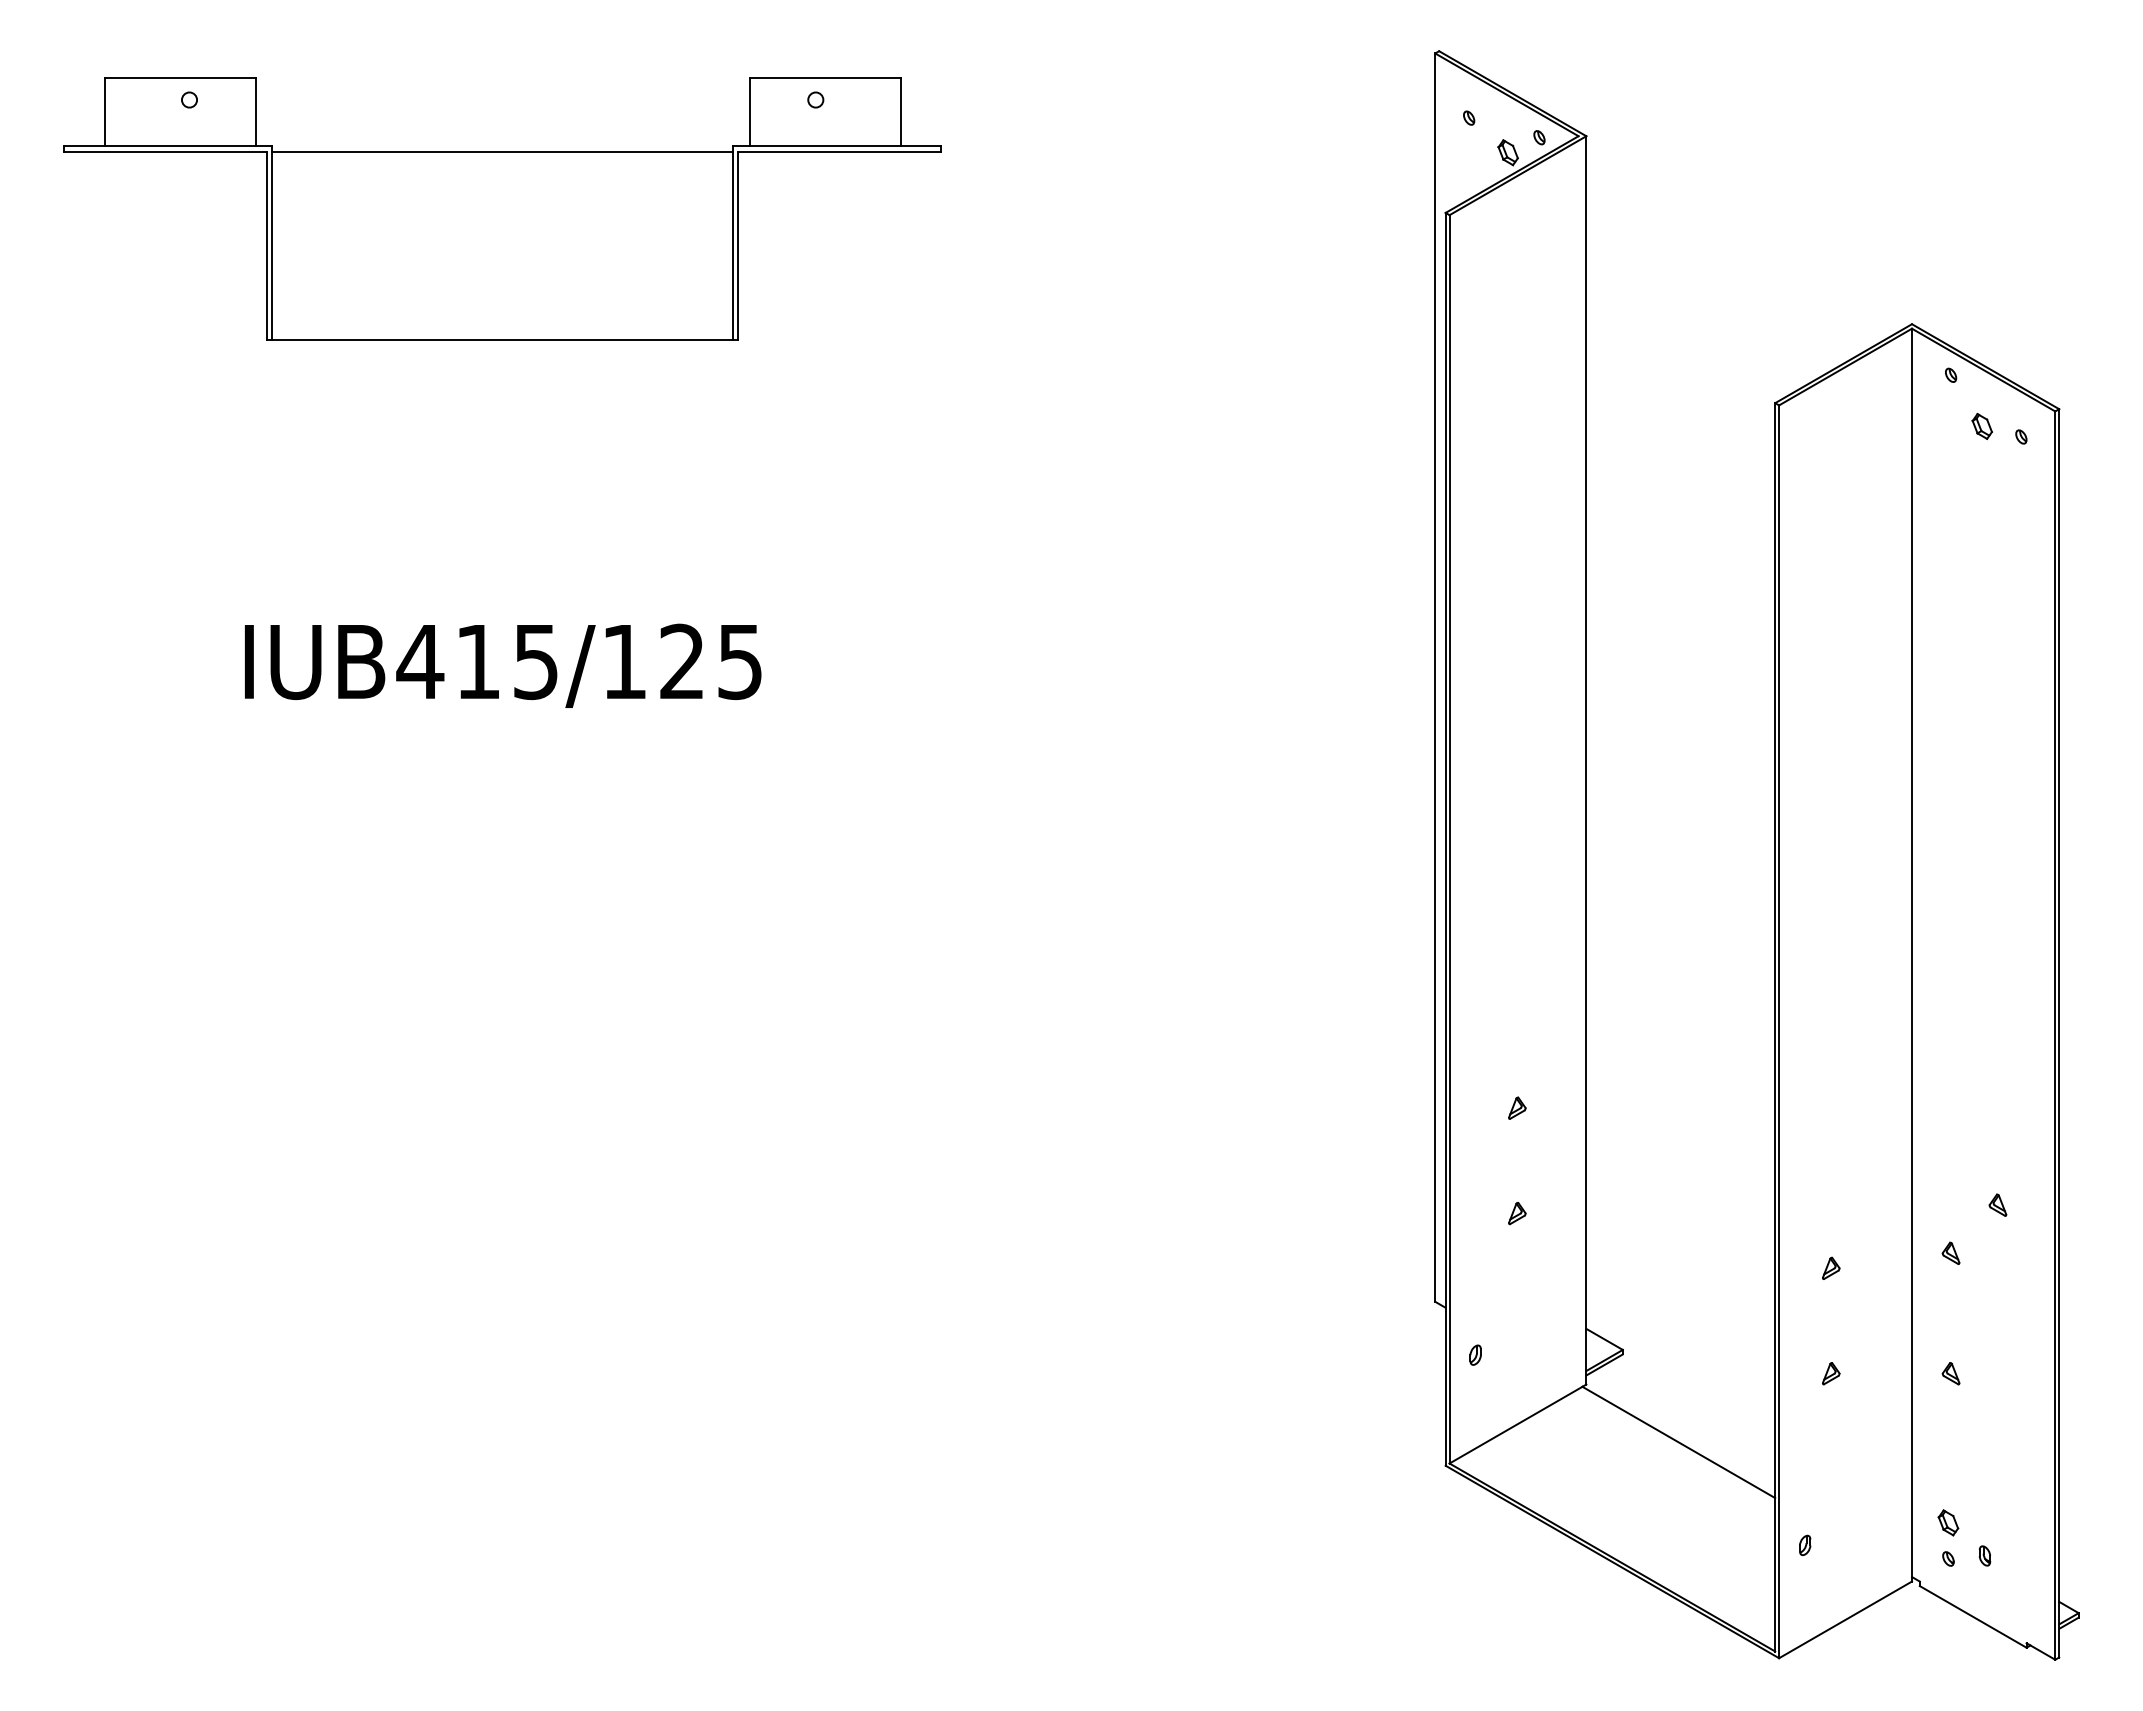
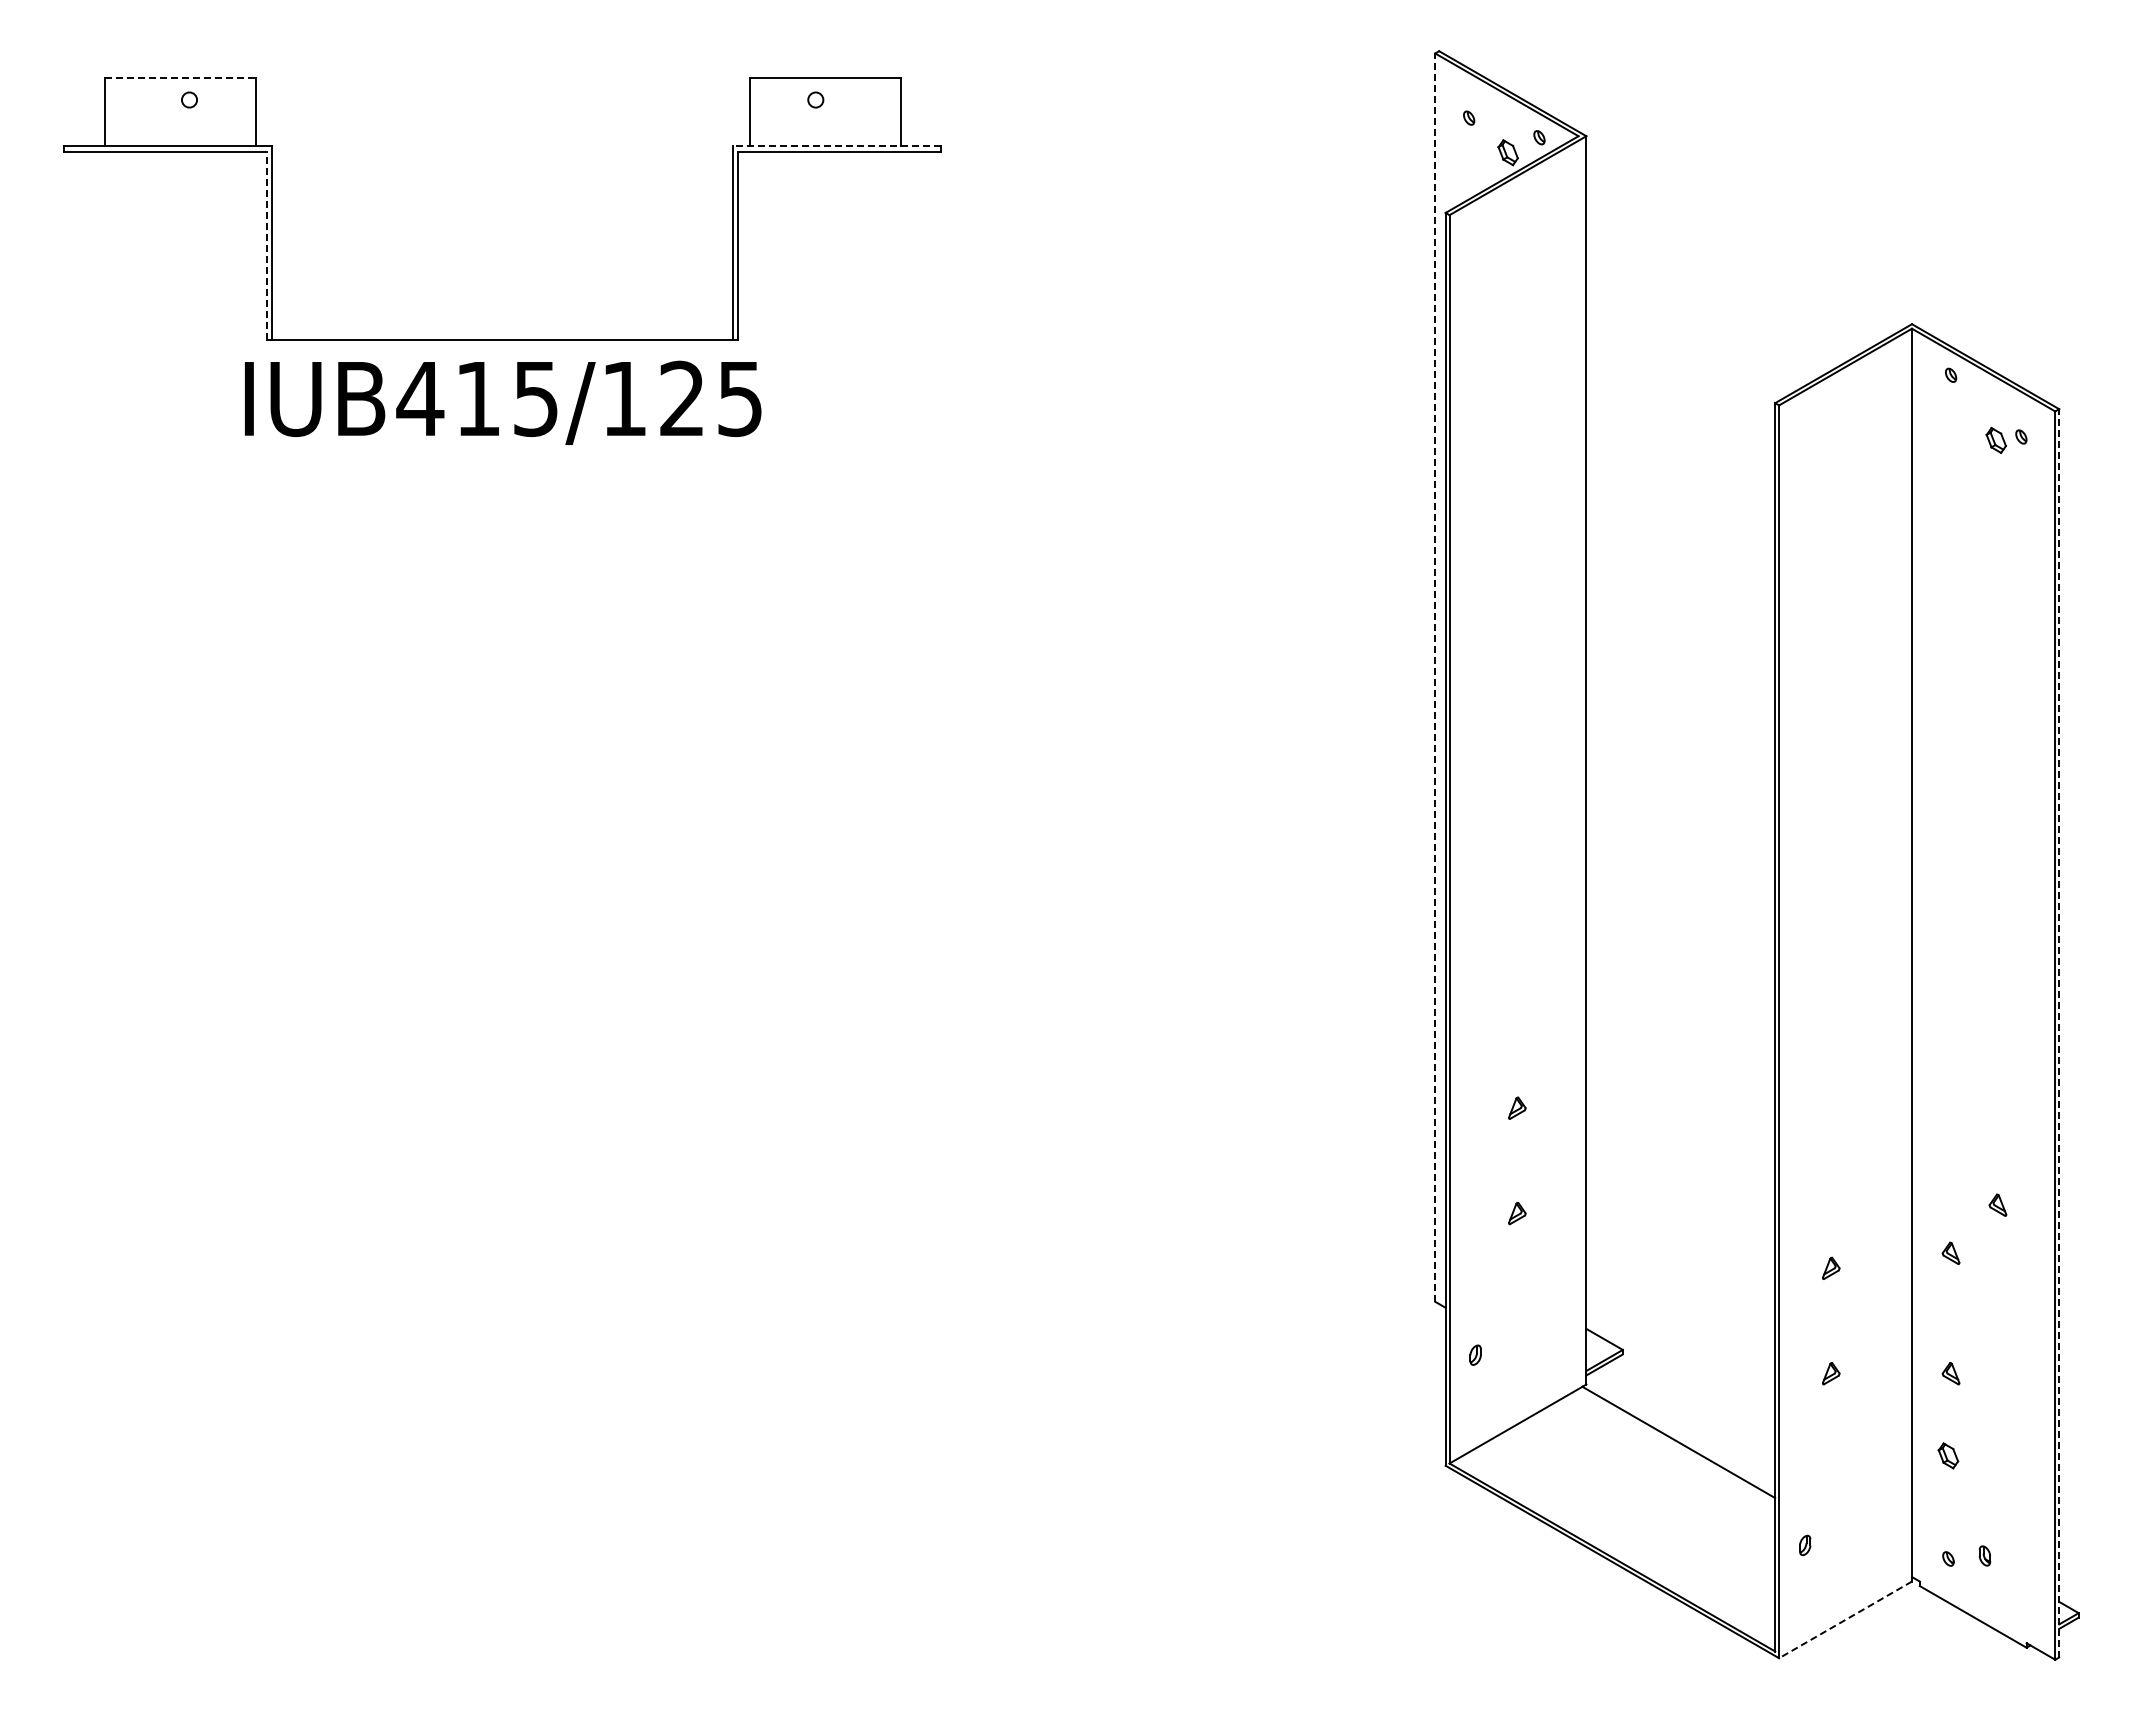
line at (180, 77): solid -> dashed
line at (836, 146): solid -> dashed
line at (502, 151): present -> none
line at (266, 245): solid -> dashed
part at (1981, 425) position: (1981, 425) -> (1995, 439)
text at (503, 665) position: (503, 665) -> (503, 402)
line at (1435, 677): solid -> dashed
line at (2059, 1032): solid -> dashed
part at (1948, 1522) position: (1948, 1522) -> (1948, 1455)
line at (1845, 1619): solid -> dashed
